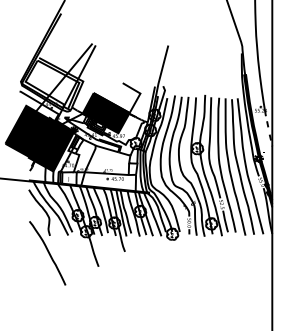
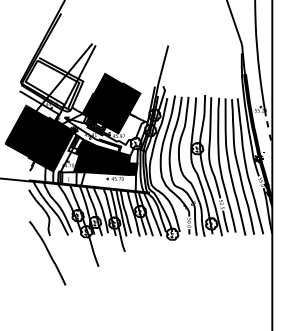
fill at (116, 92): none -> present
fill at (105, 157): none -> present
